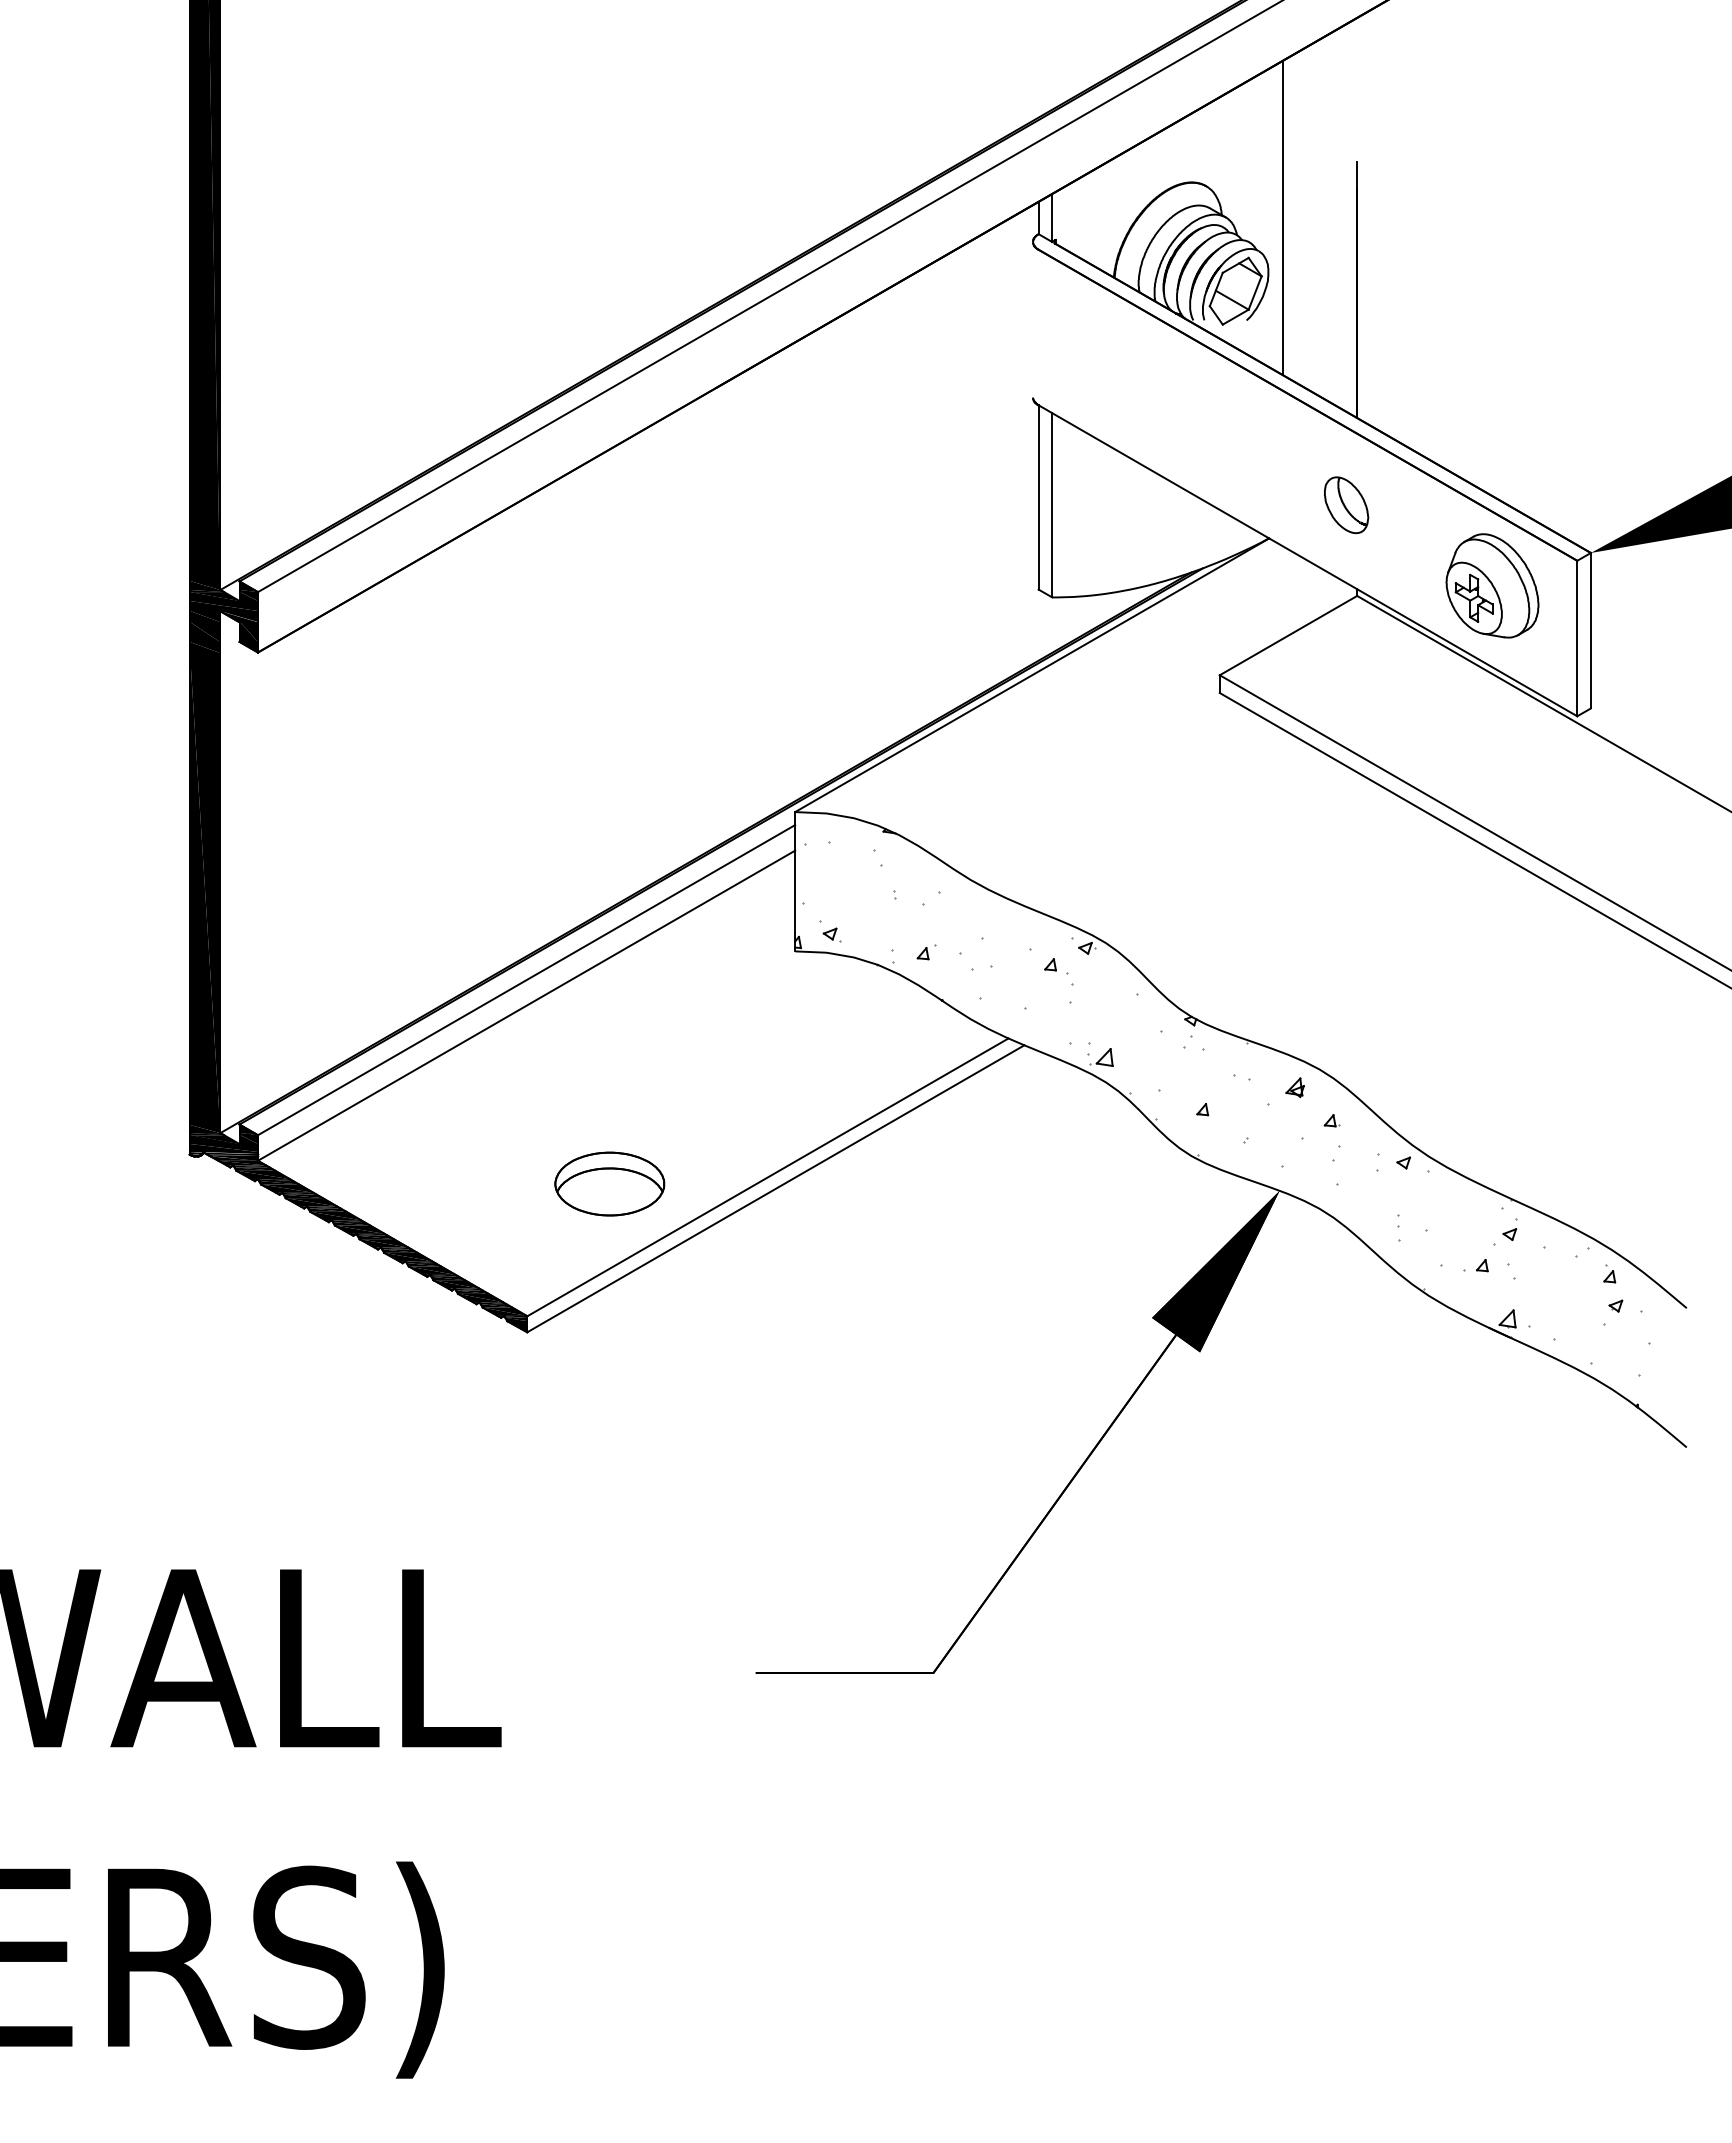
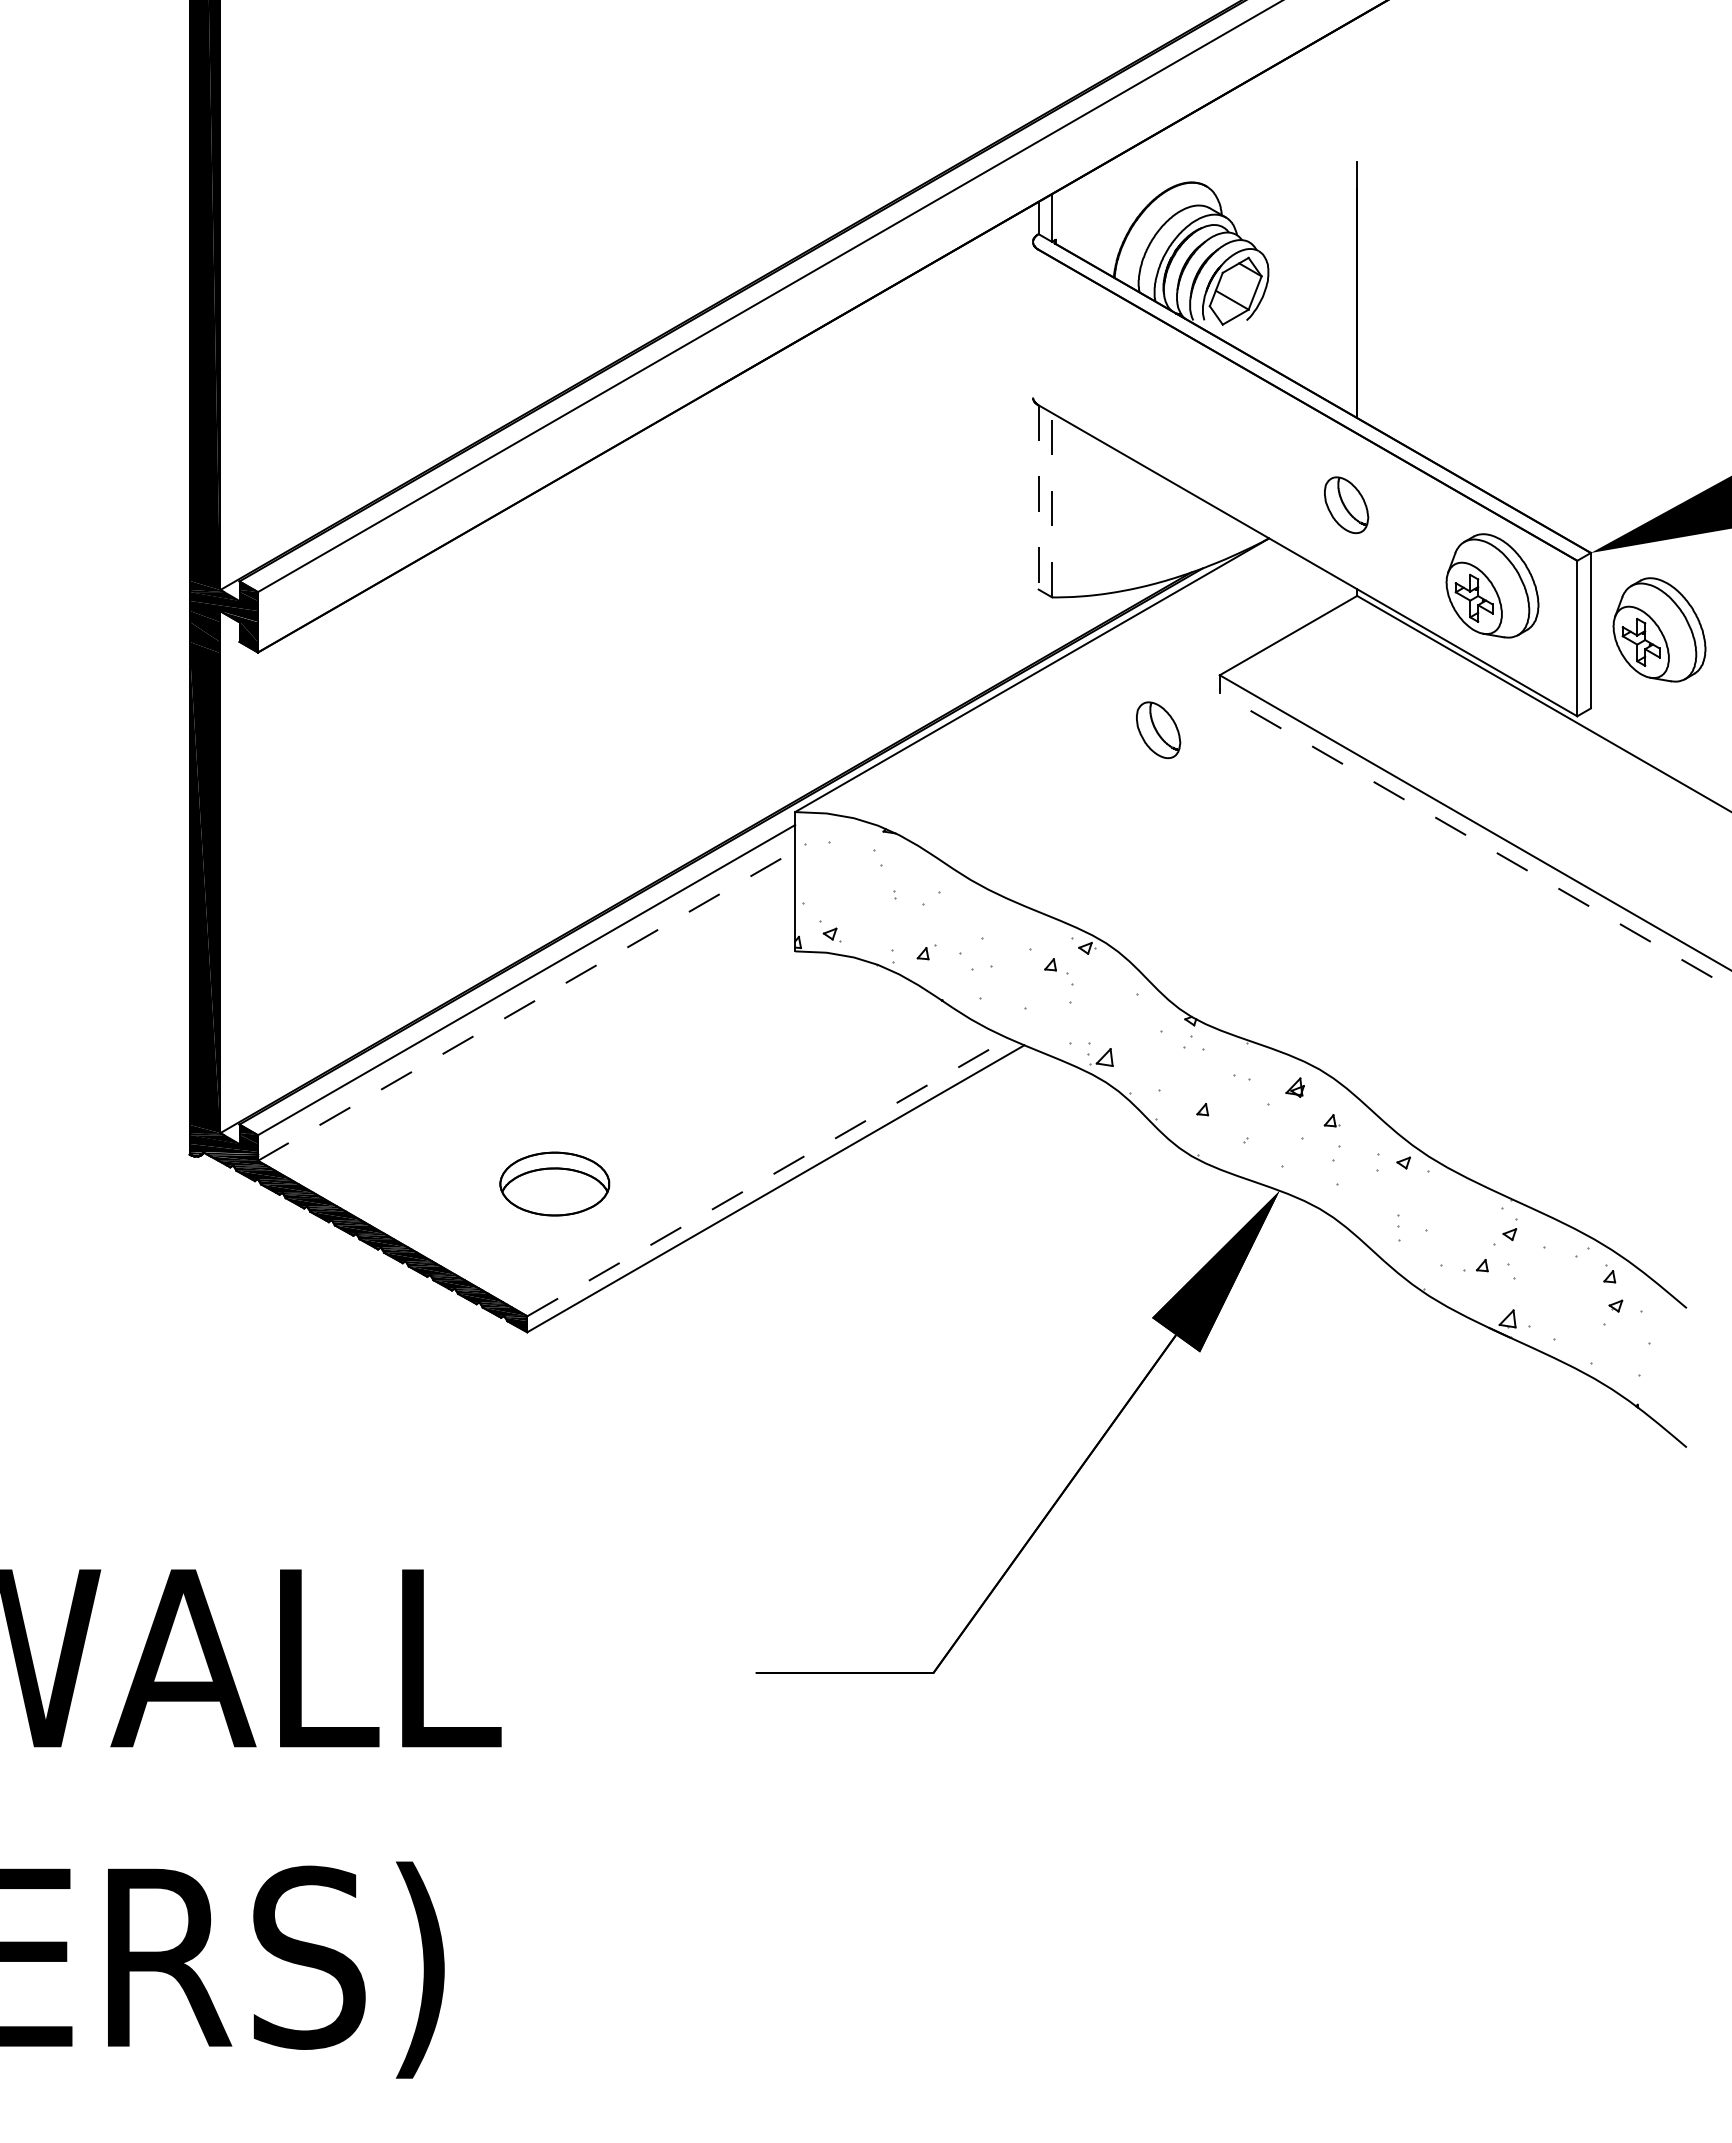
line at (1283, 217): present -> none
line at (1038, 497): solid -> dashed
line at (1052, 504): solid -> dashed
part at (1659, 629): none -> present
part at (1158, 730): none -> present
line at (1475, 840): solid -> dashed
line at (527, 1005): solid -> dashed
line at (767, 1177): solid -> dashed
part at (609, 1183) position: (609, 1183) -> (554, 1183)
